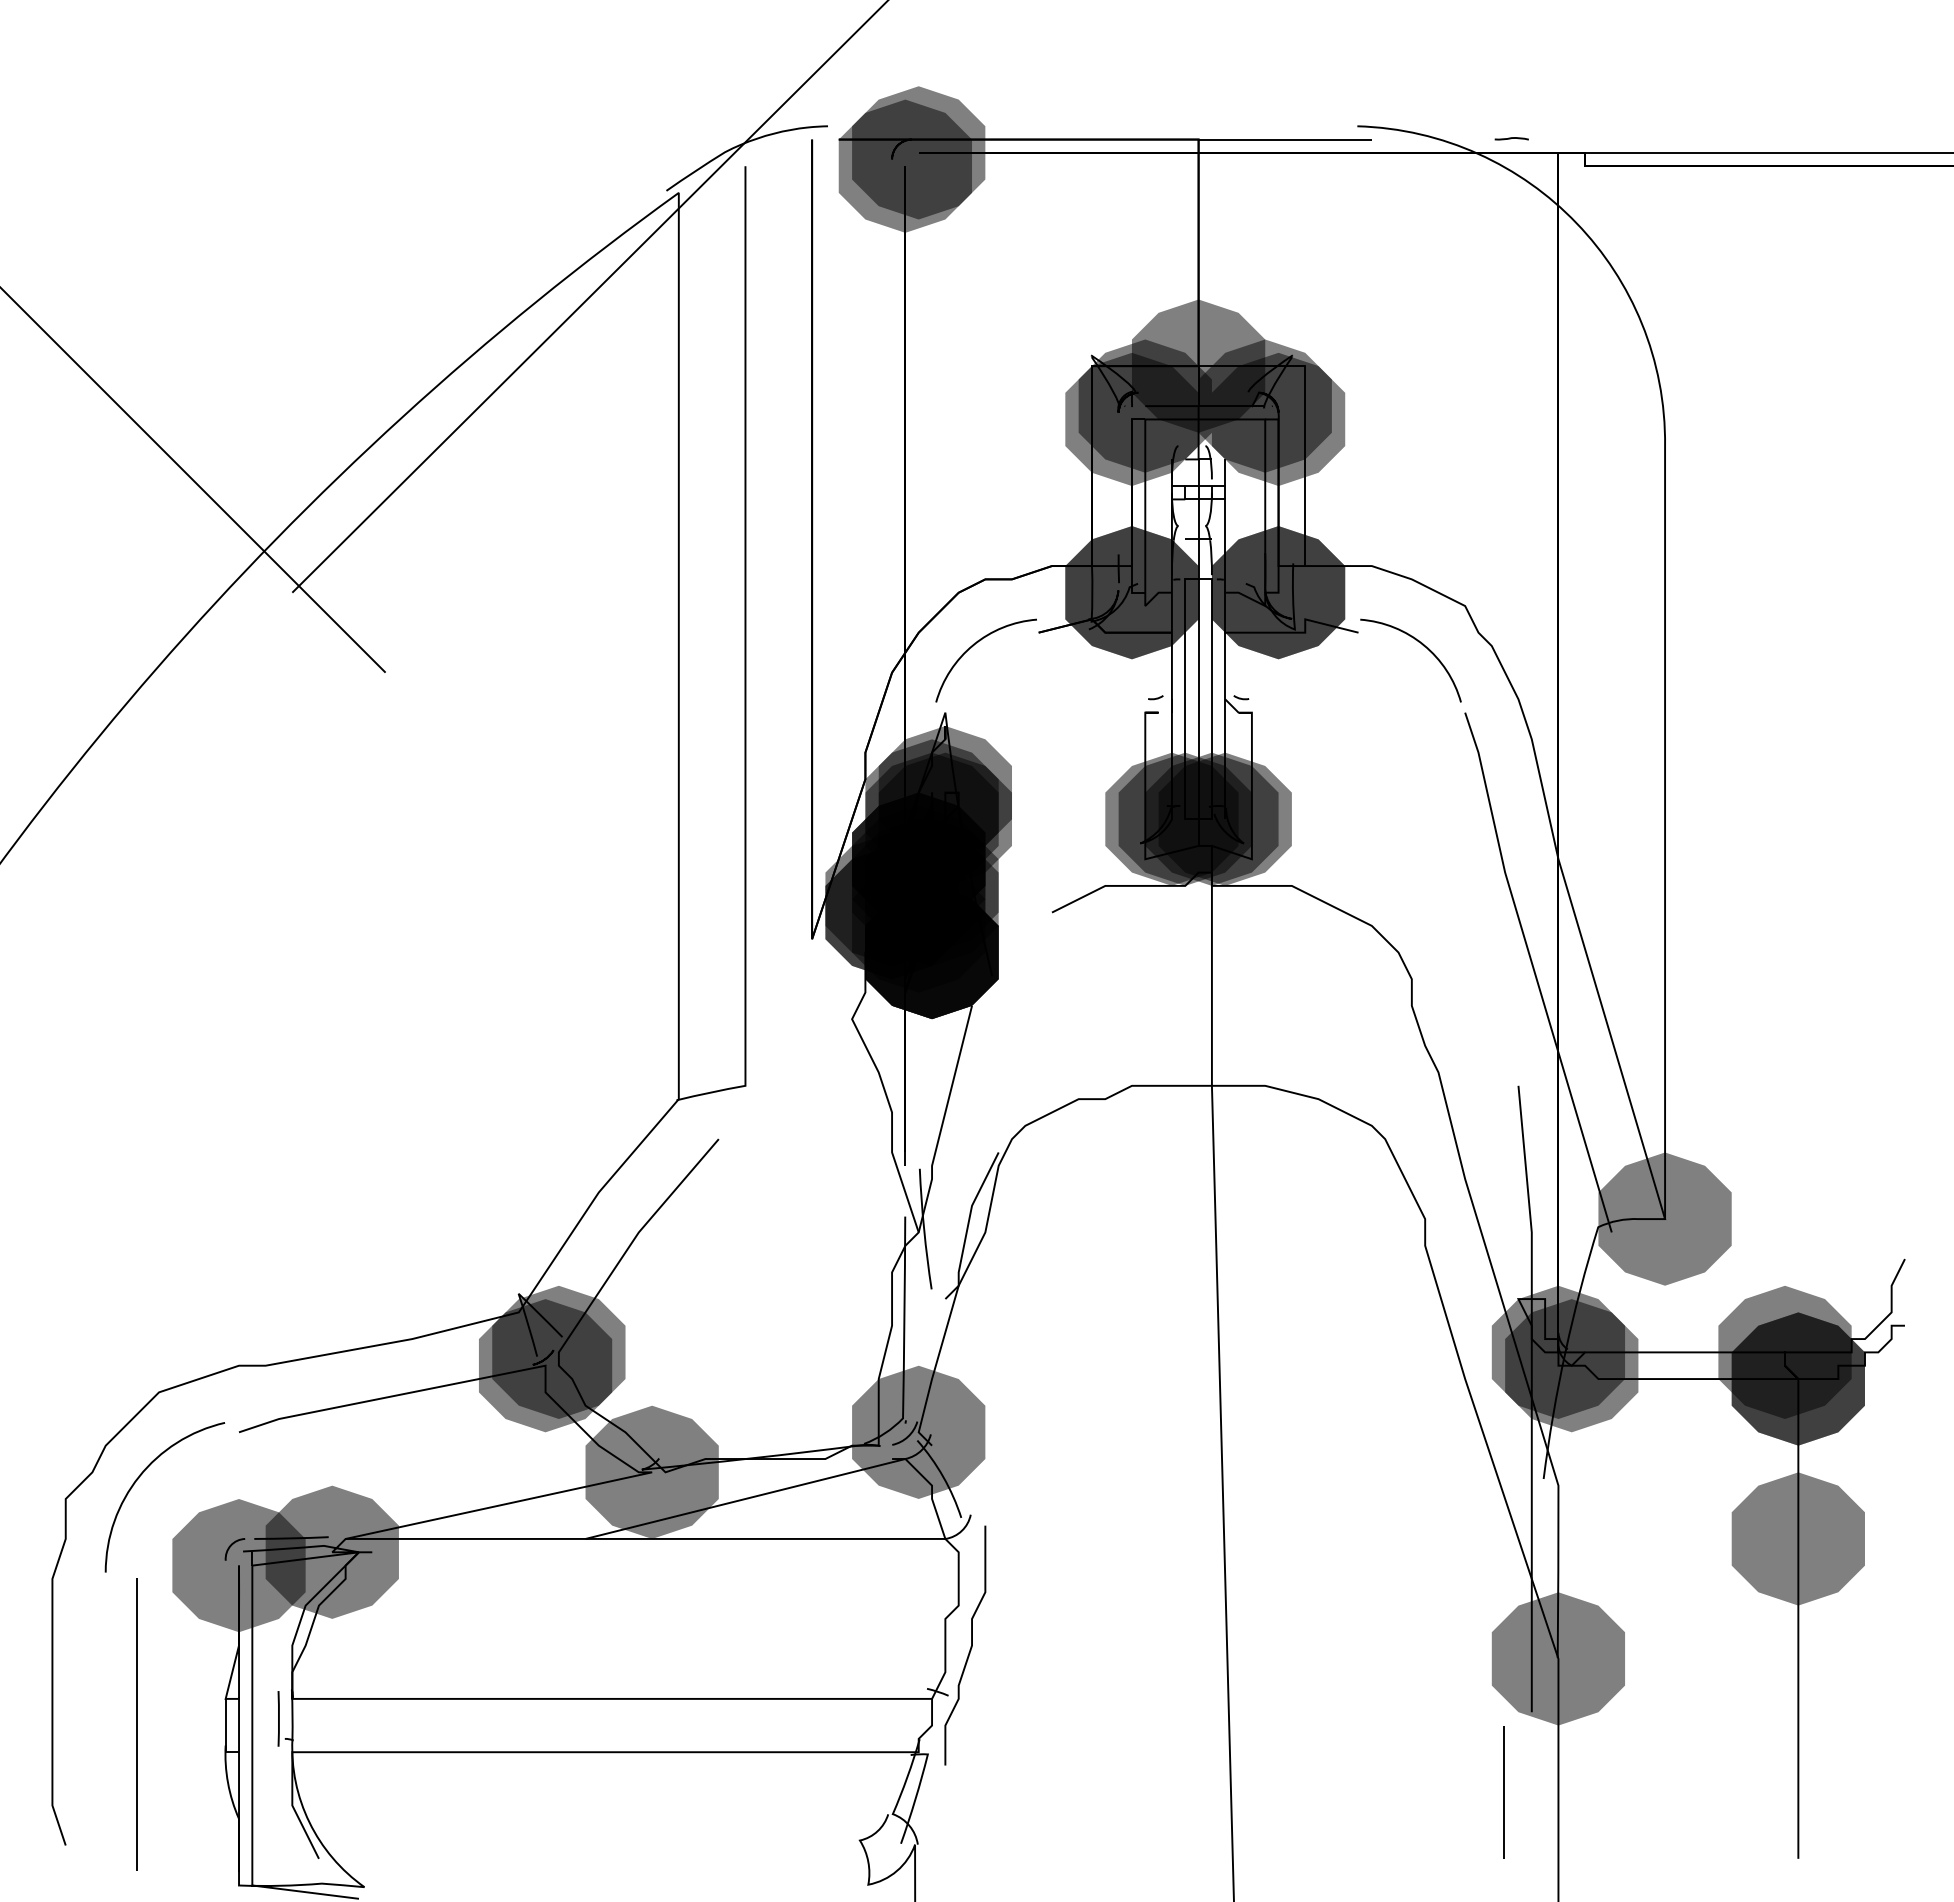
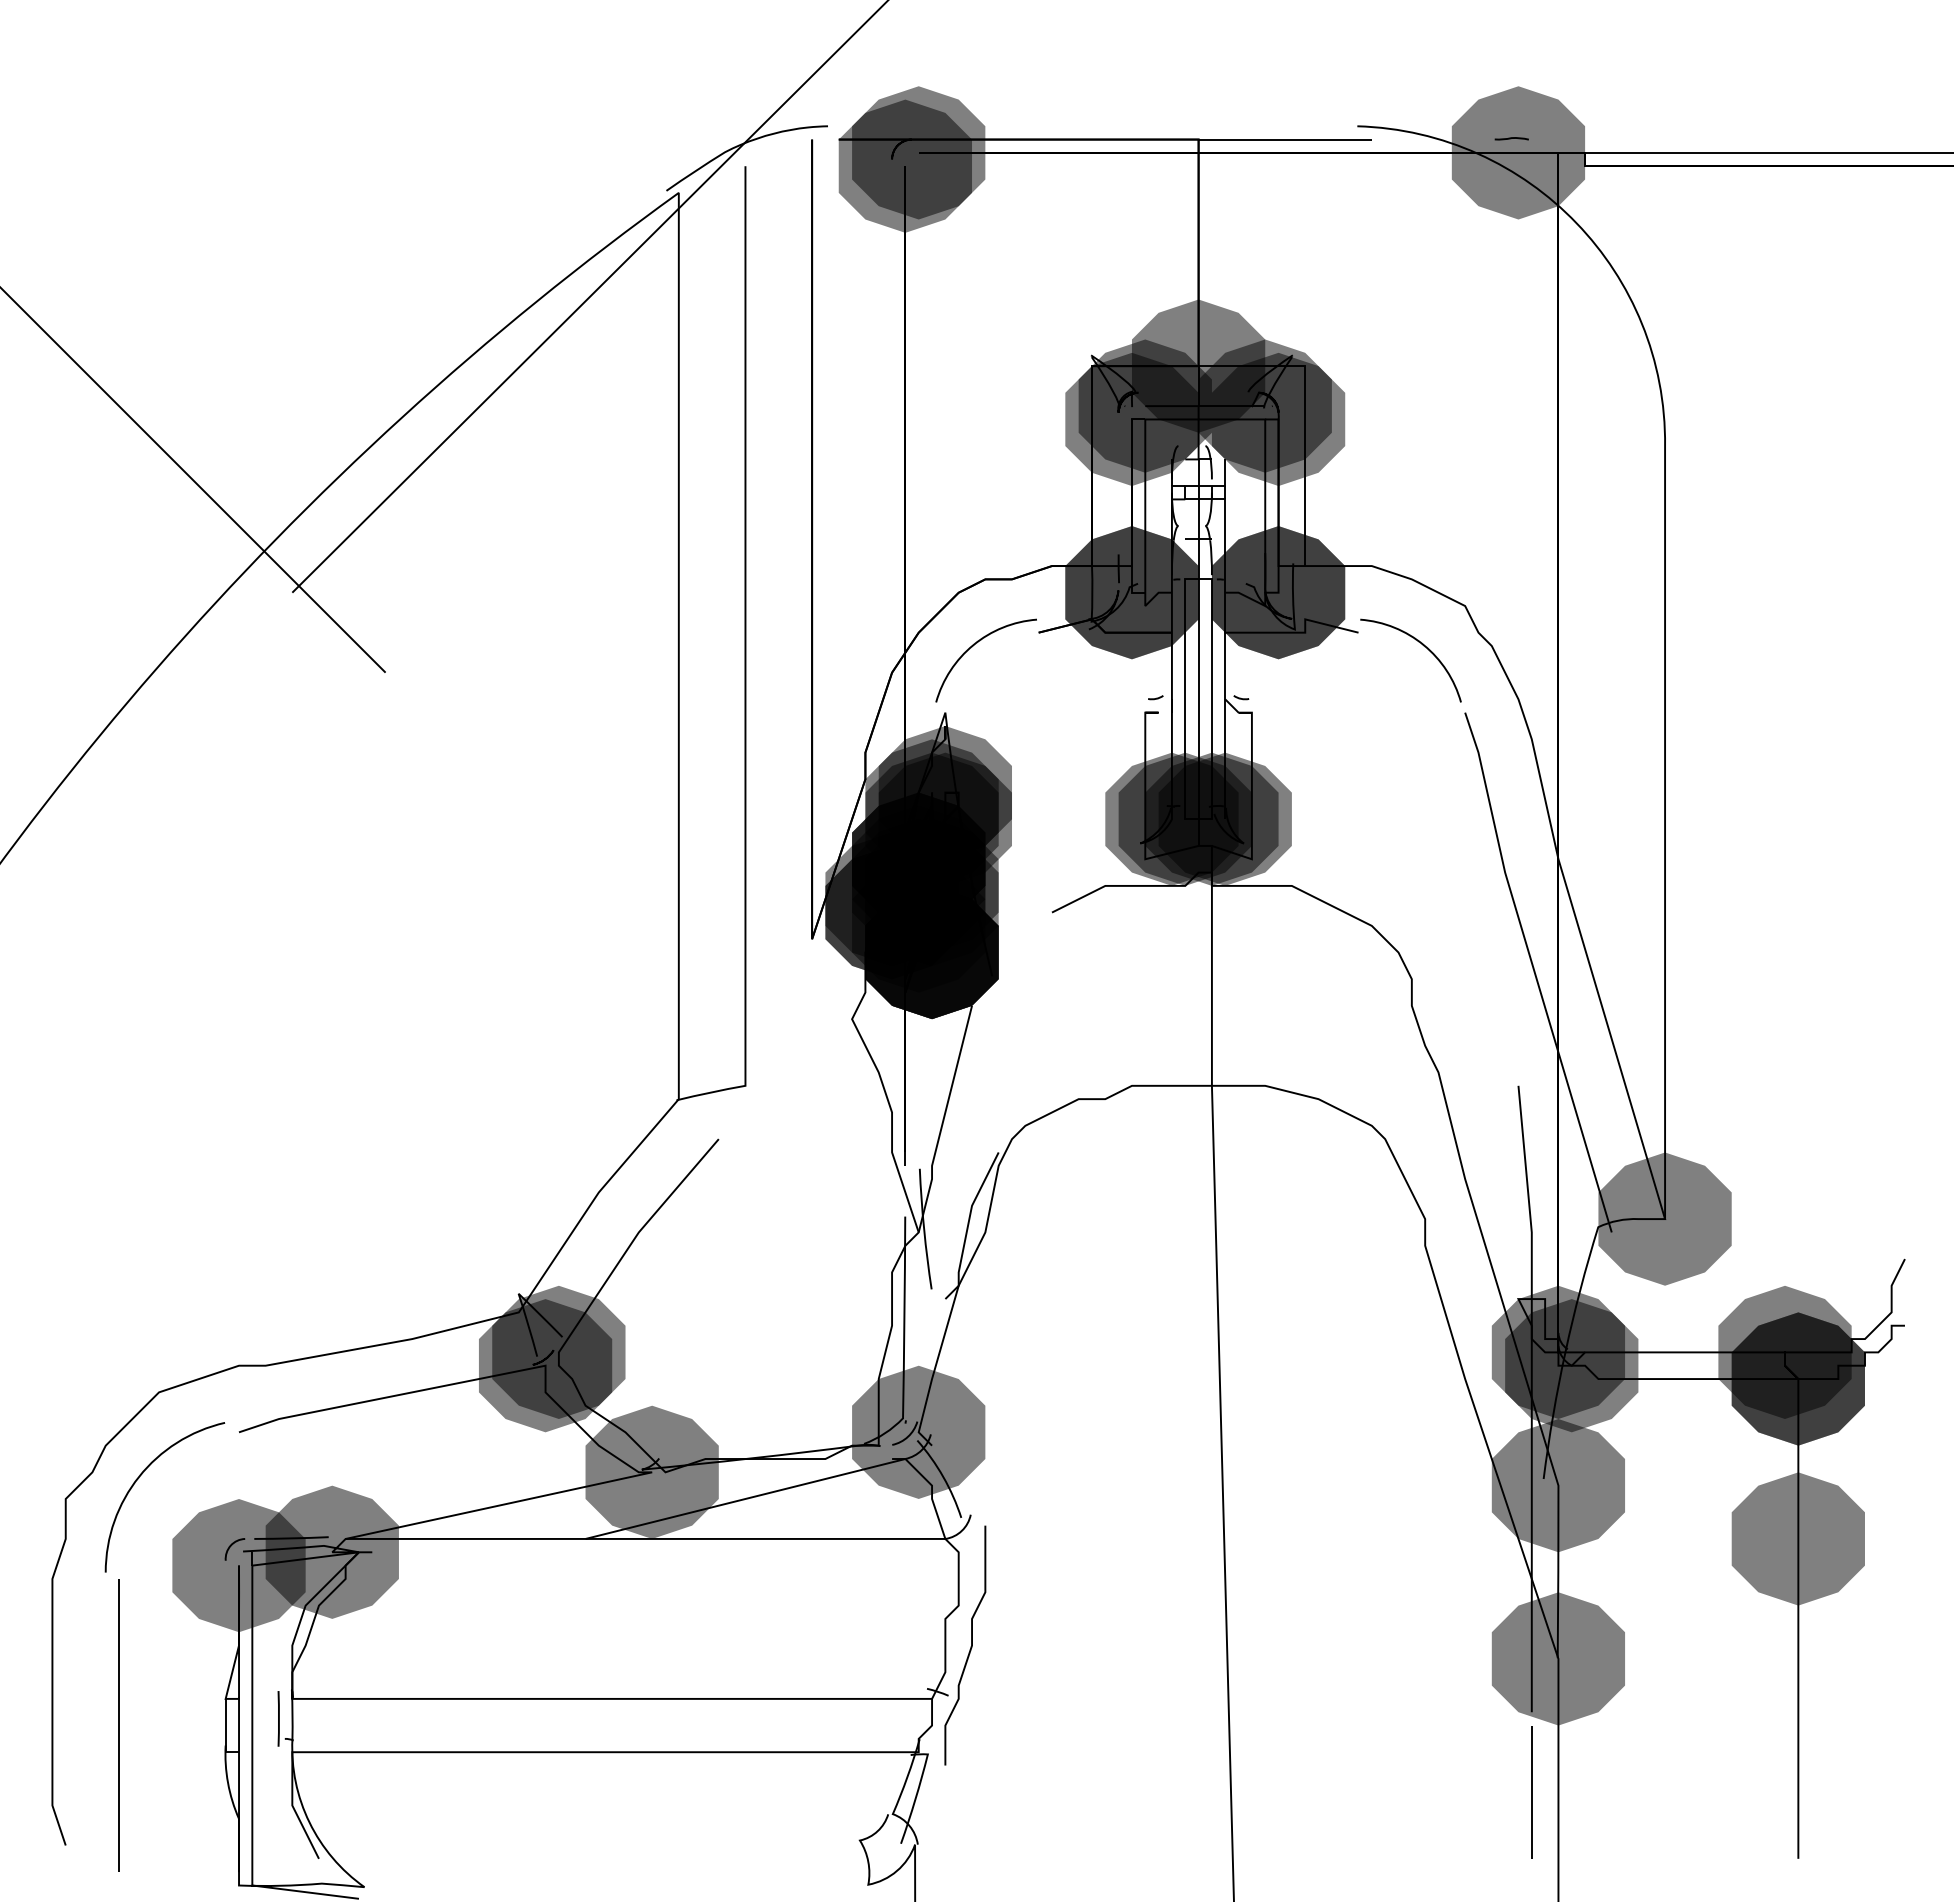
fill at (1518, 152): none -> present
fill at (1558, 1485): none -> present
line at (136, 1724) position: (136, 1724) -> (118, 1725)
line at (1503, 1792) position: (1503, 1792) -> (1531, 1792)
